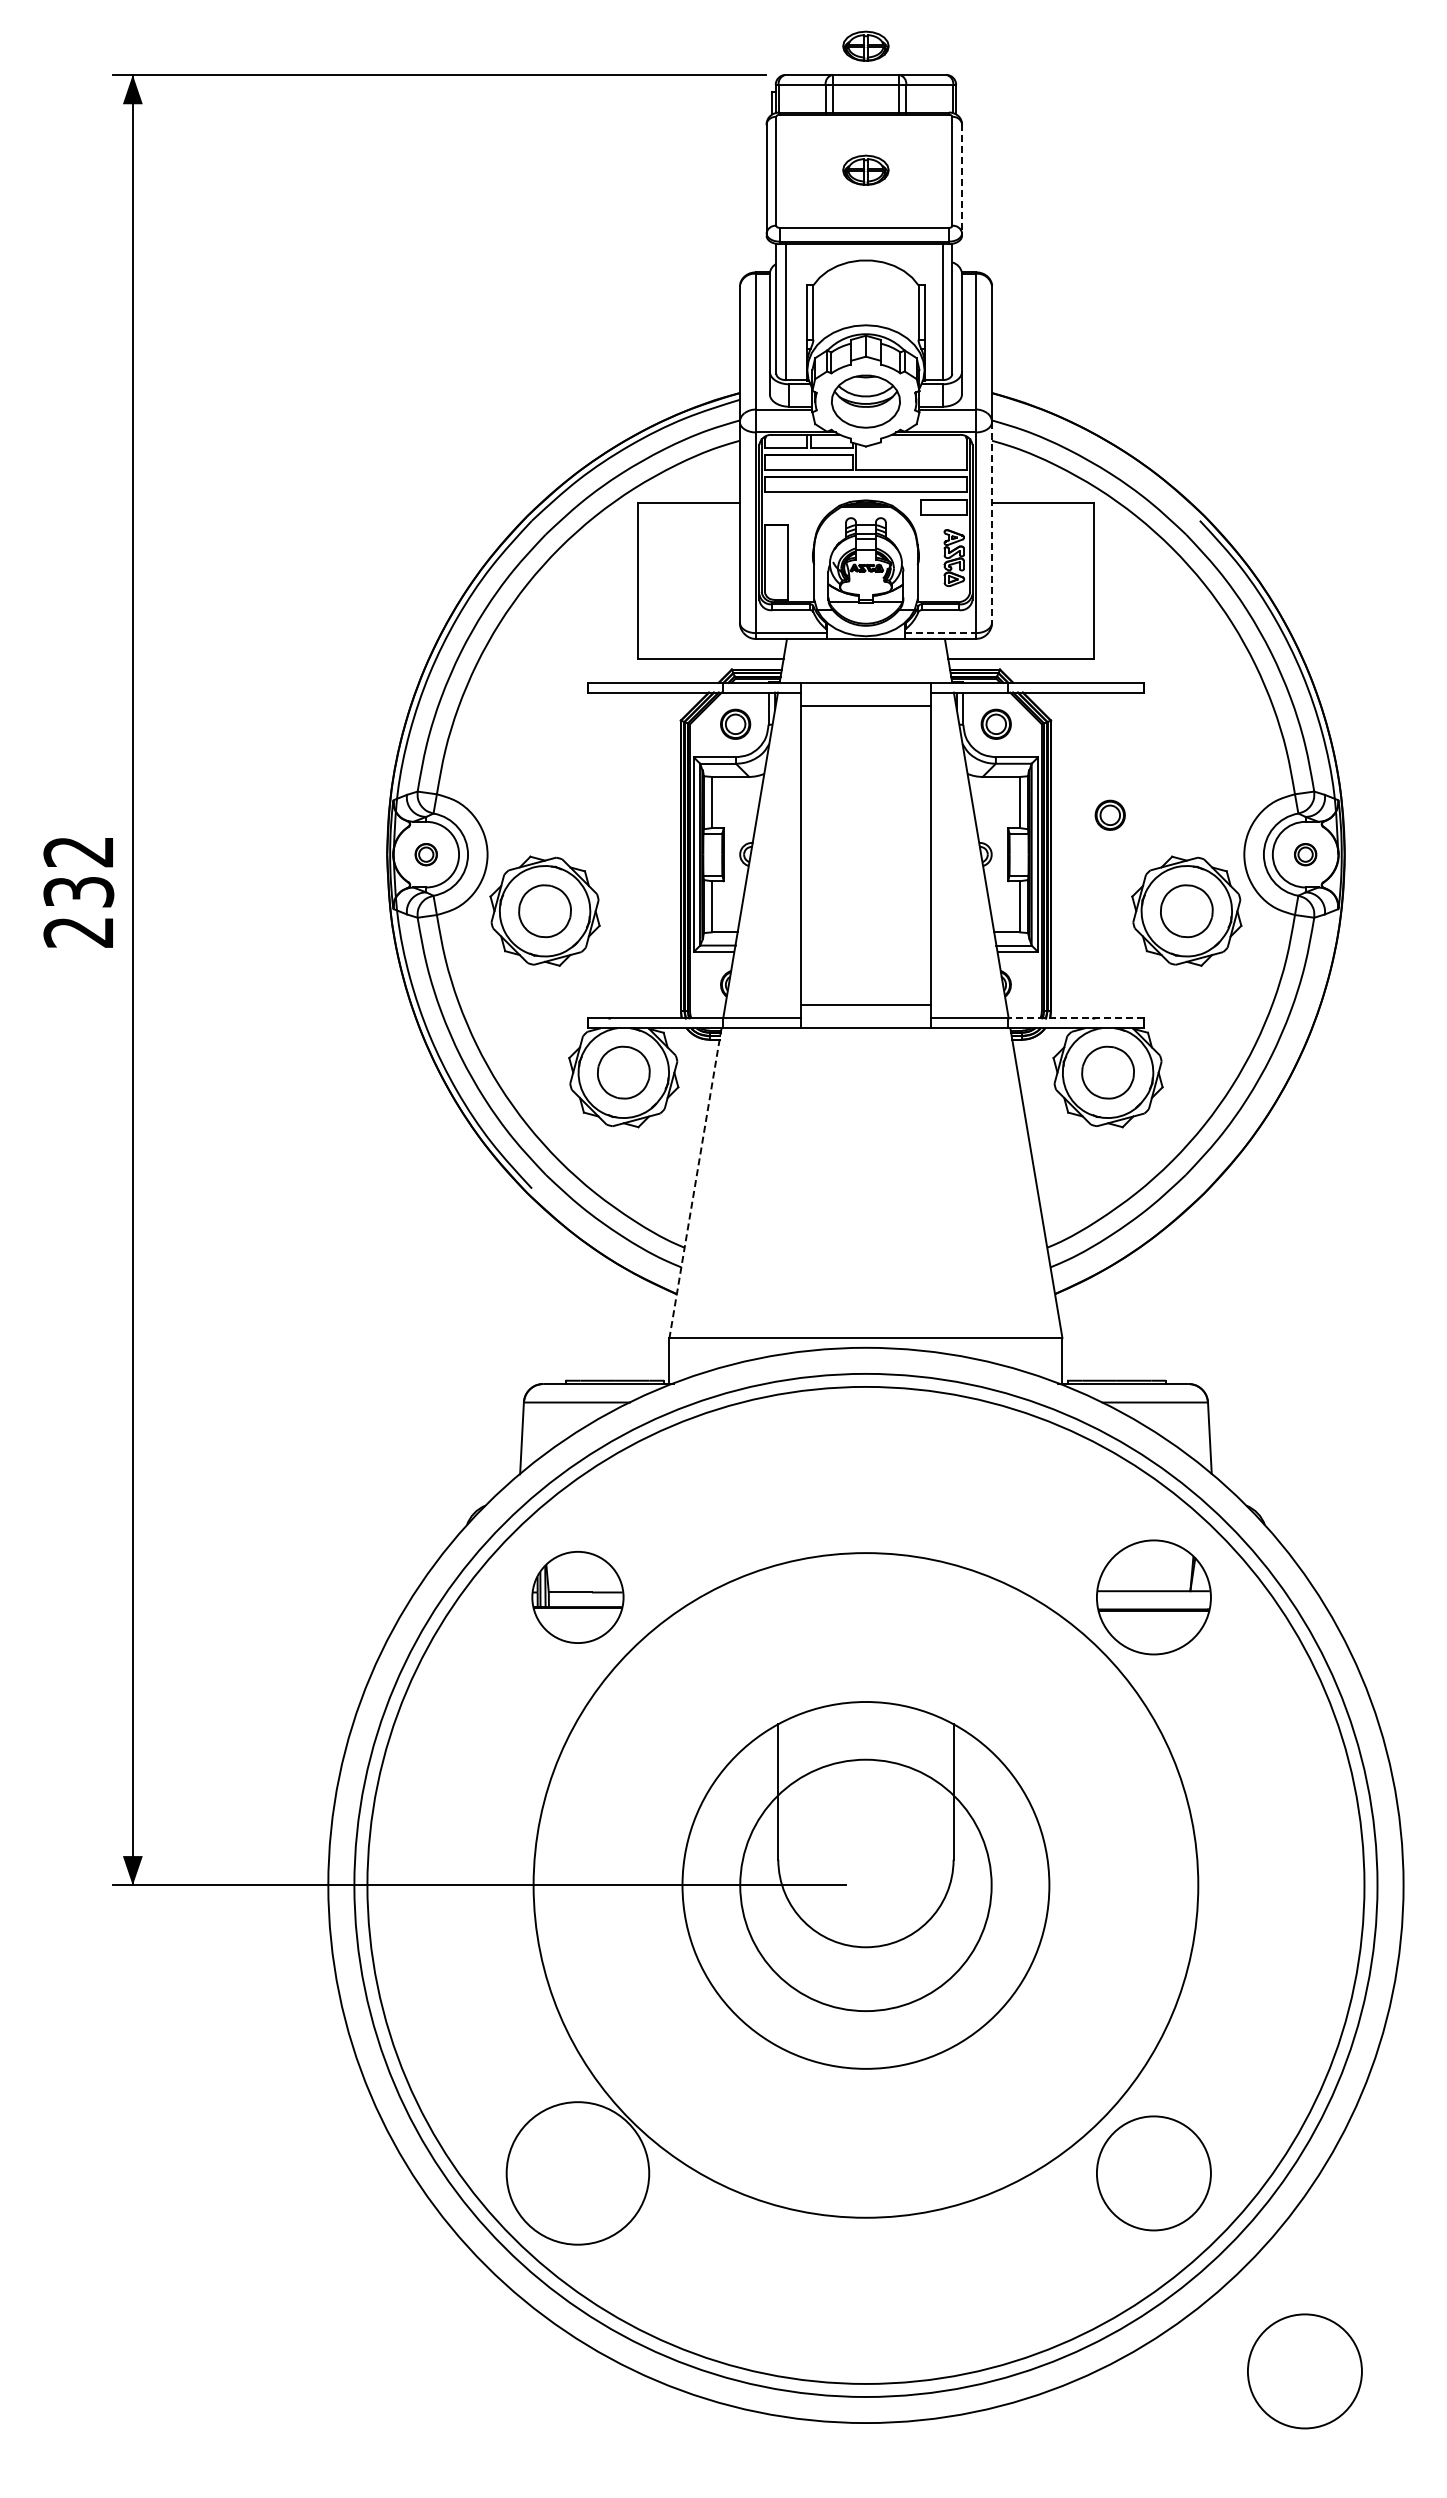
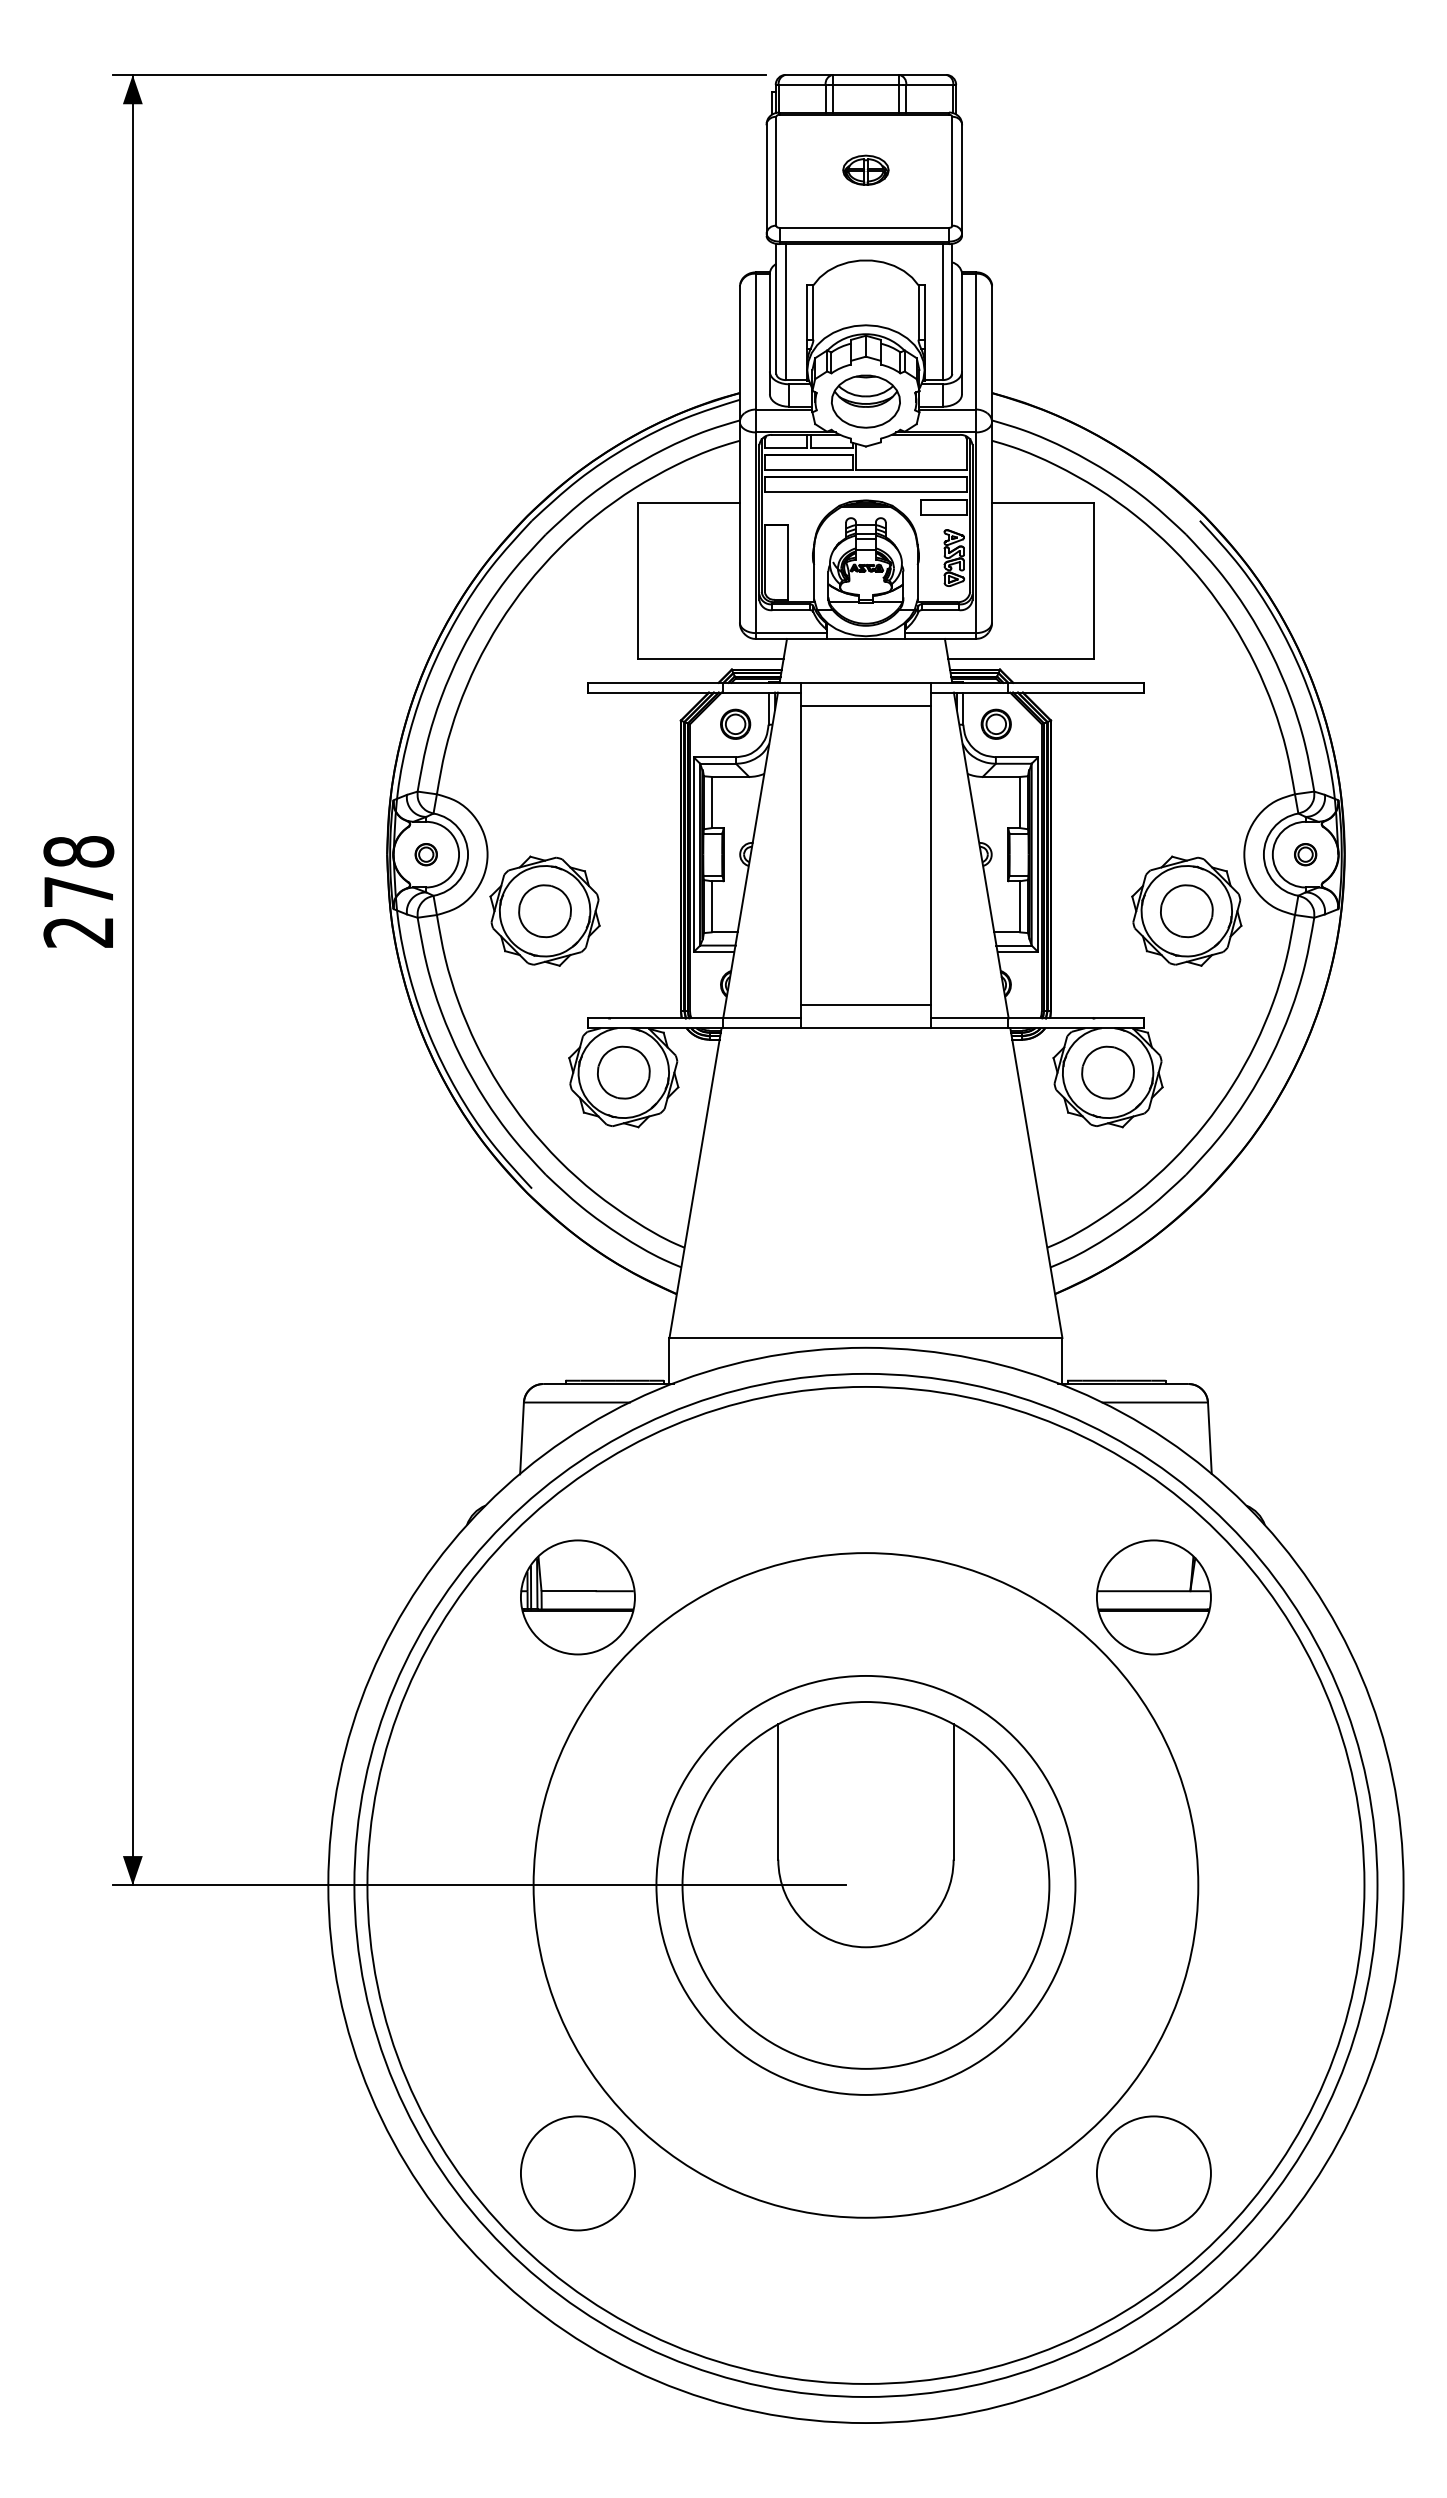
part at (865, 45): present -> none
line at (962, 179): dashed -> solid
line at (992, 522): dashed -> solid
line at (940, 633): dashed -> solid
part at (1109, 814): present -> none
text at (78, 871): 232 -> 278
line at (1076, 1018): dashed -> solid
line at (695, 1183): dashed -> solid
part at (577, 1597) size: 94x93 px -> 116x117 px
circle at (865, 1885) diameter: 251 px -> 419 px
circle at (577, 2173) diameter: 143 px -> 114 px
circle at (1304, 2371): present -> none
